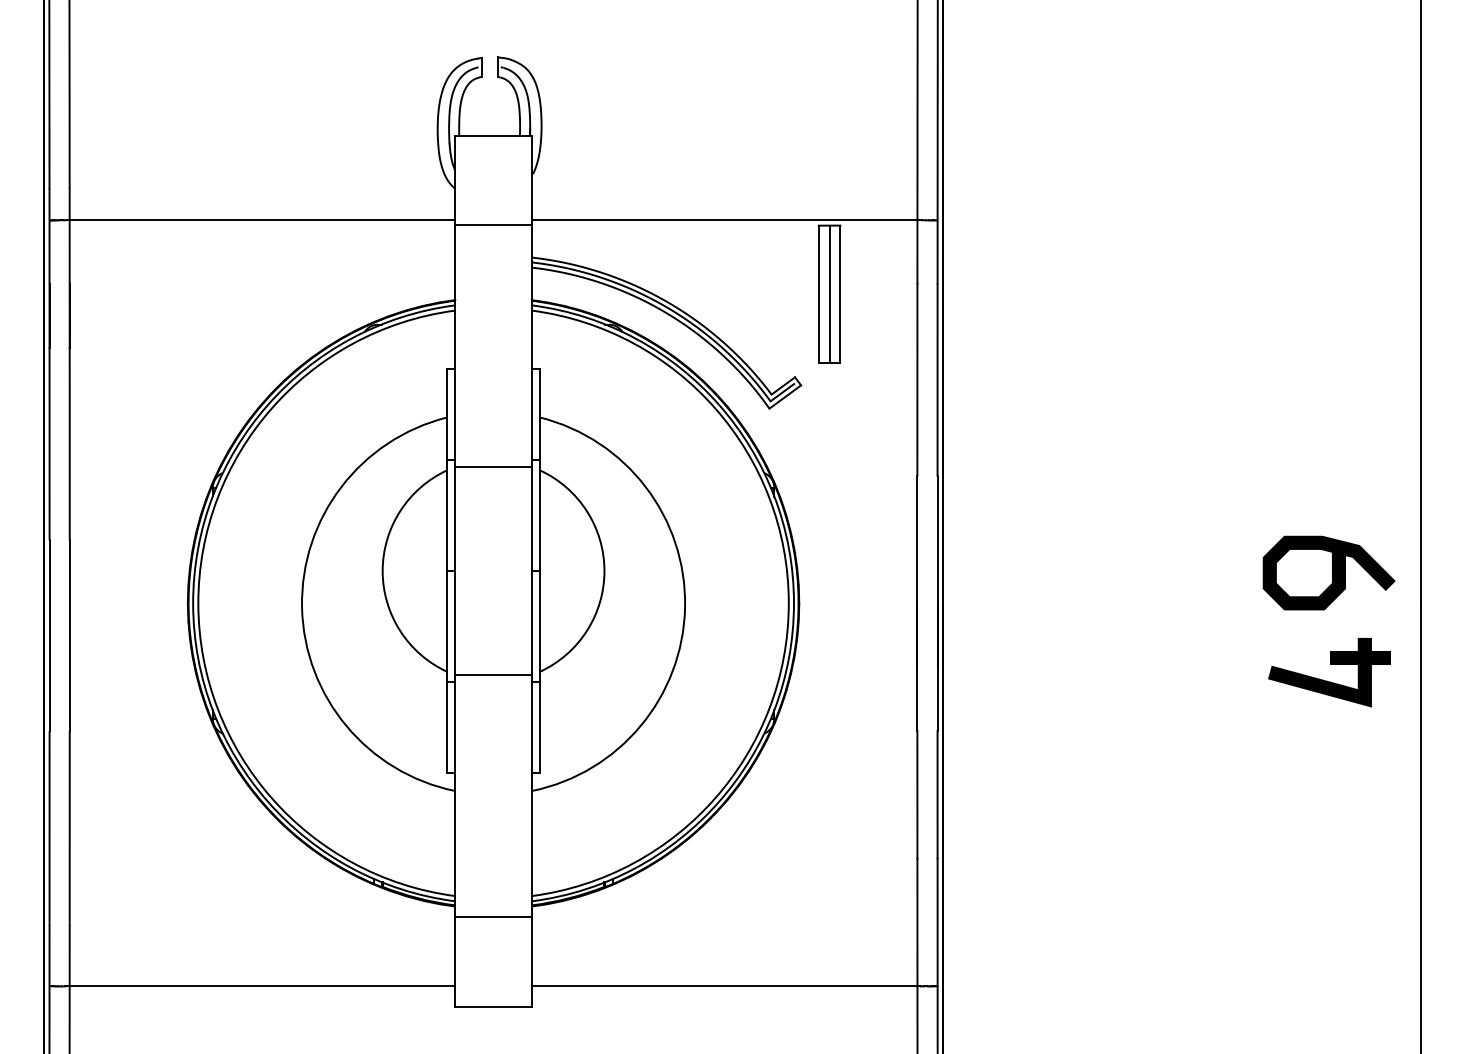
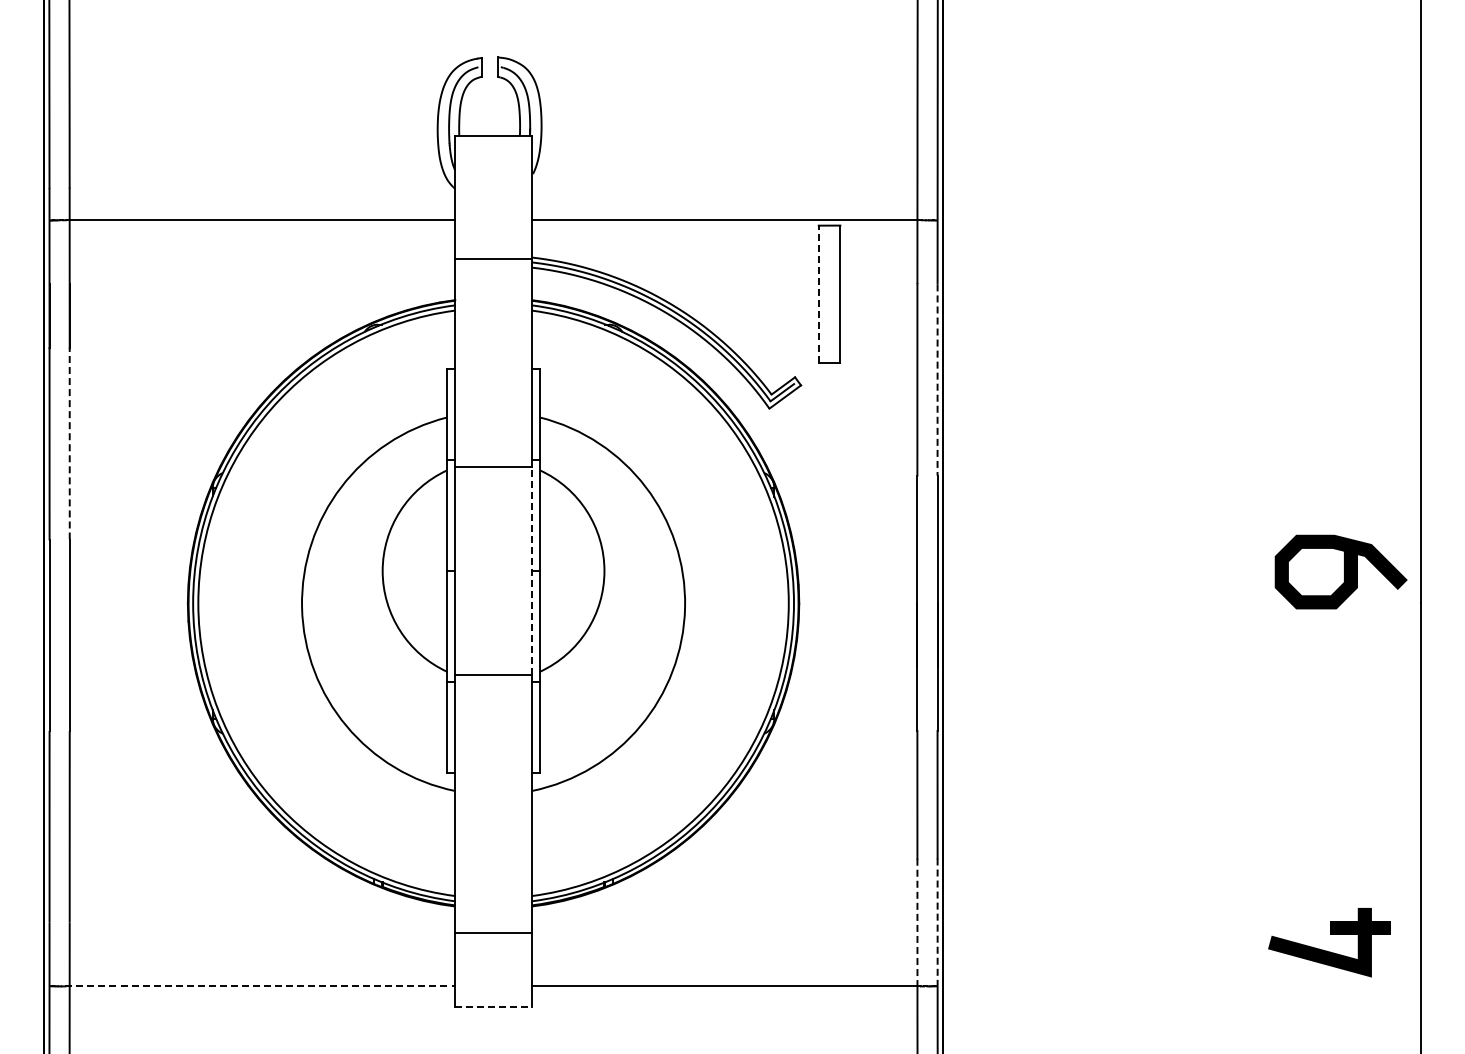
line at (493, 225) position: (493, 225) -> (493, 259)
line at (818, 293): solid -> dashed
line at (830, 293): present -> none
line at (937, 380): solid -> dashed
line at (69, 443): solid -> dashed
line at (531, 570): solid -> dashed
curve at (1332, 572) position: (1332, 572) -> (1344, 571)
part at (1330, 664) position: (1330, 664) -> (1330, 934)
line at (493, 916) position: (493, 916) -> (493, 932)
line at (917, 922): solid -> dashed
line at (937, 922): solid -> dashed
line at (260, 986): solid -> dashed
line at (494, 1006): solid -> dashed
